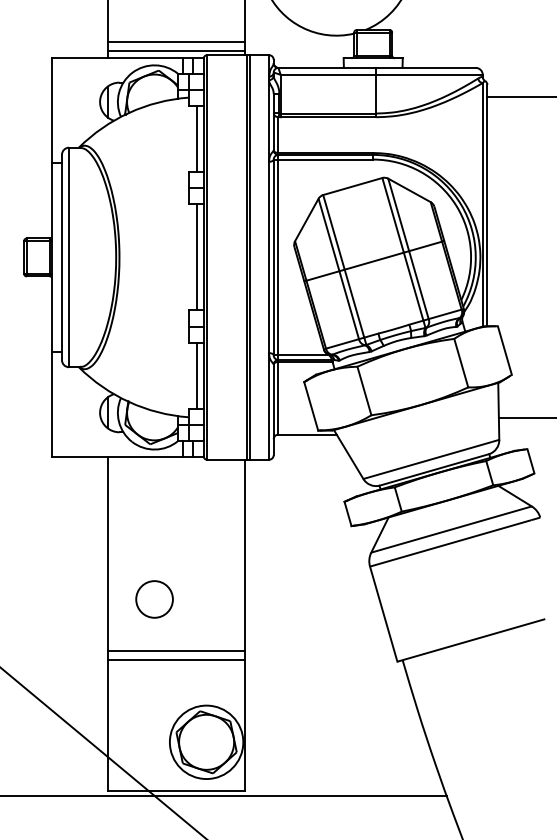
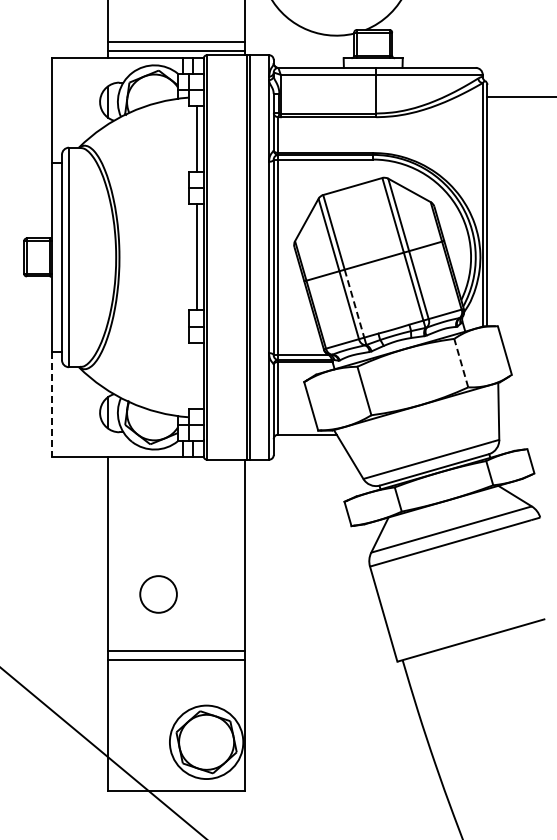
line at (354, 304): solid -> dashed
line at (461, 362): solid -> dashed
line at (196, 375): present -> none
line at (51, 404): solid -> dashed
line at (525, 417): present -> none
circle at (154, 599) position: (154, 599) -> (158, 594)
line at (224, 795): present -> none
